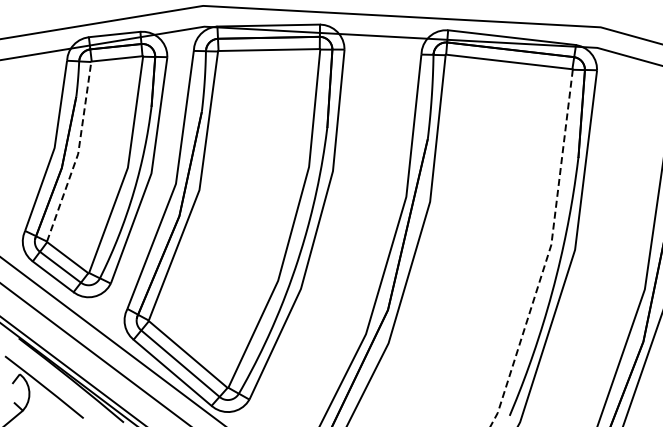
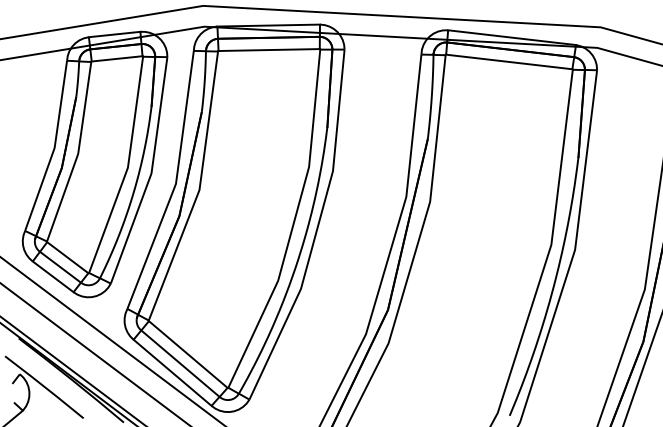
line at (78, 154): dashed -> solid
line at (548, 252): dashed -> solid
